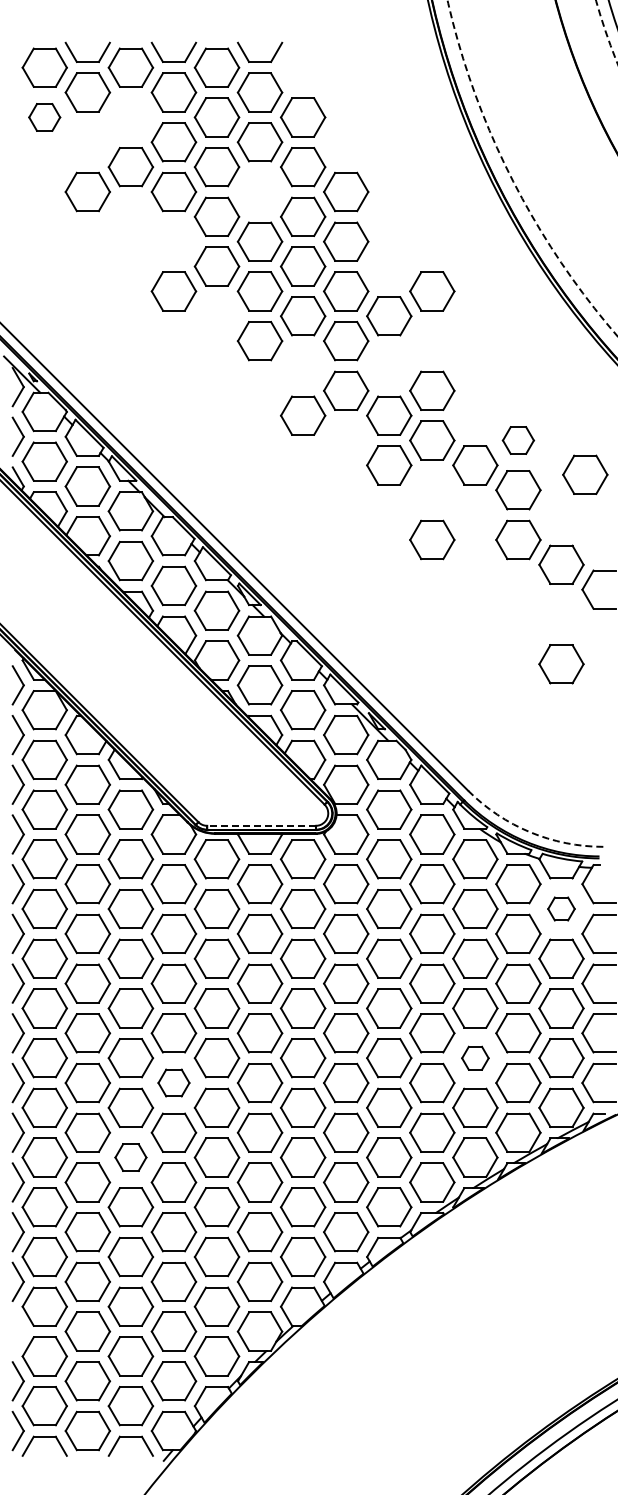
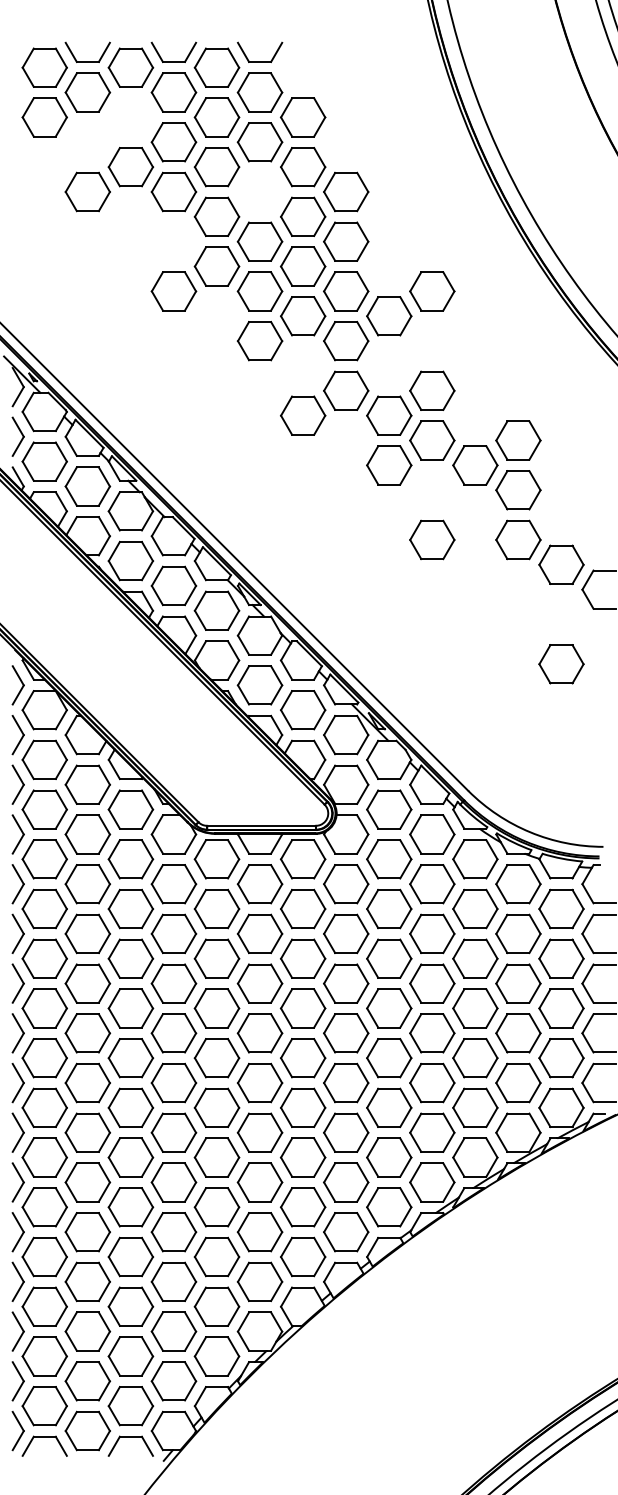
circle at (606, 32): dashed -> solid
part at (44, 117) size: 34x29 px -> 47x41 px
circle at (532, 168): dashed -> solid
part at (518, 440) size: 35x29 px -> 47x41 px
part at (585, 474): present -> none
line at (261, 825): dashed -> solid
arc at (530, 832): dashed -> solid
part at (561, 908) size: 29x26 px -> 47x42 px
part at (475, 1057) size: 29x26 px -> 47x41 px
part at (173, 1082) size: 34x30 px -> 48x42 px
part at (130, 1157) size: 34x29 px -> 48x41 px
part at (17, 1331): none -> present
